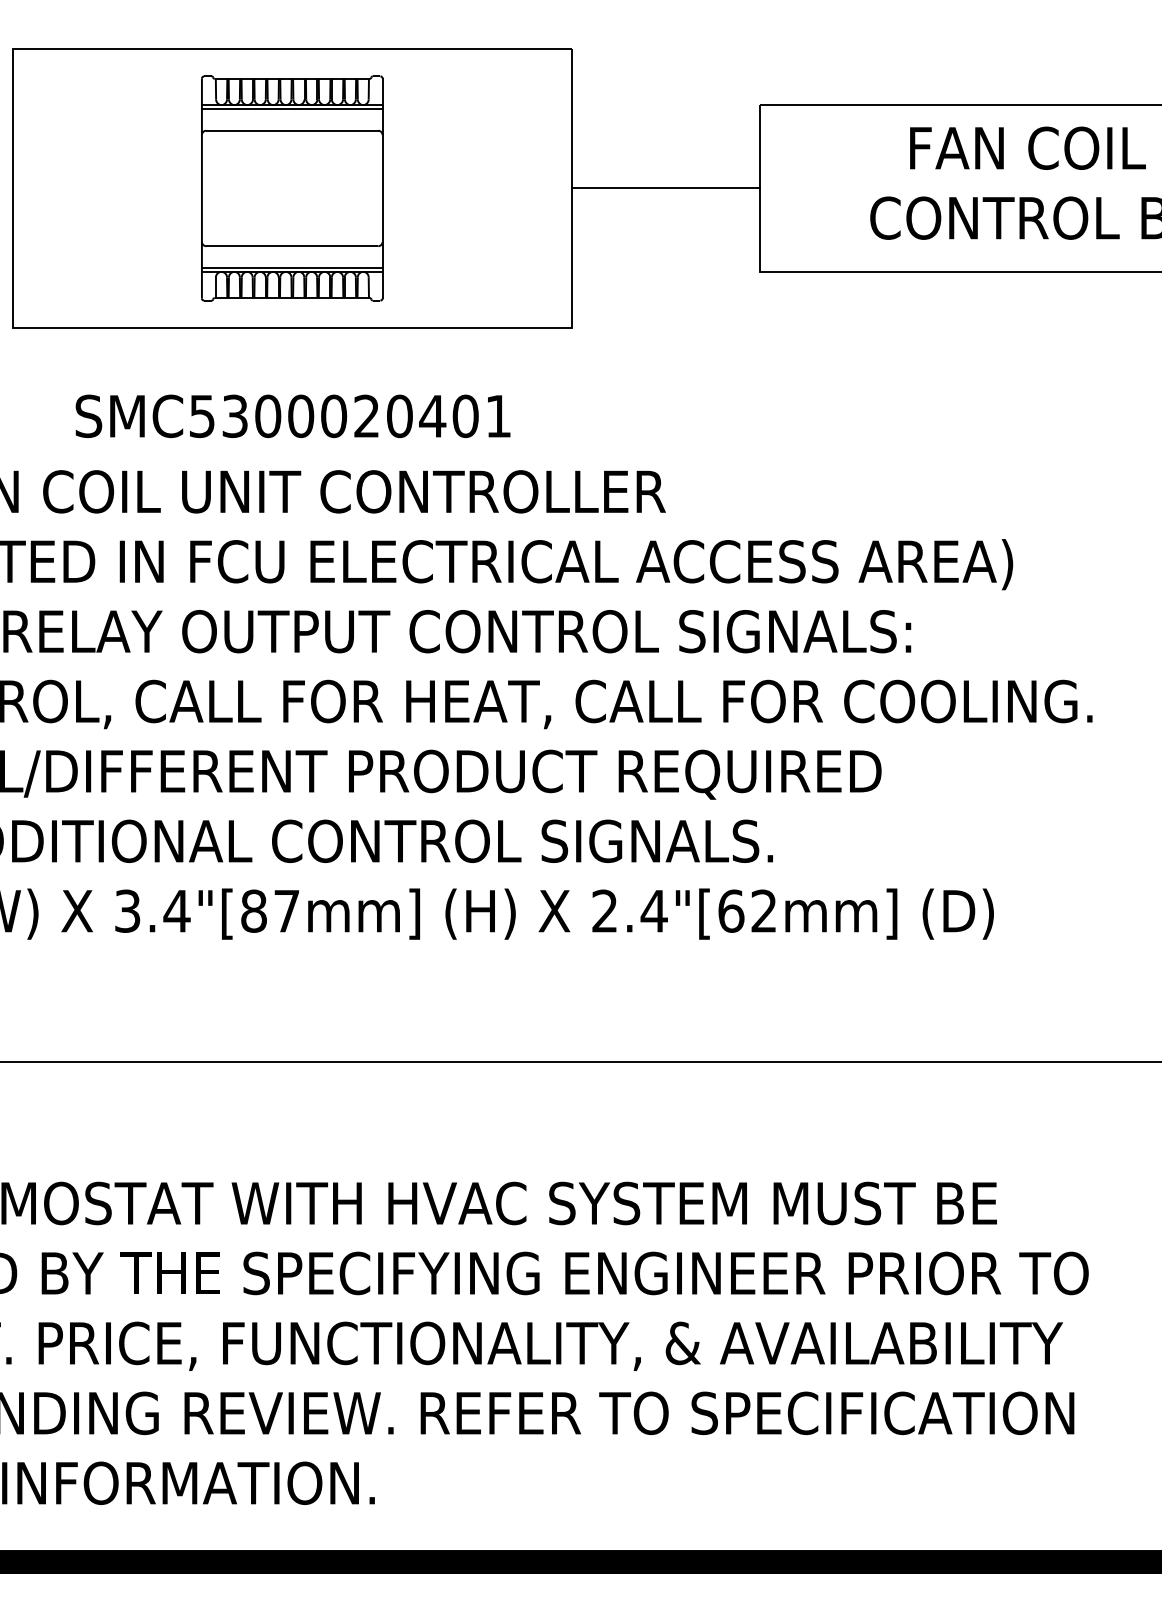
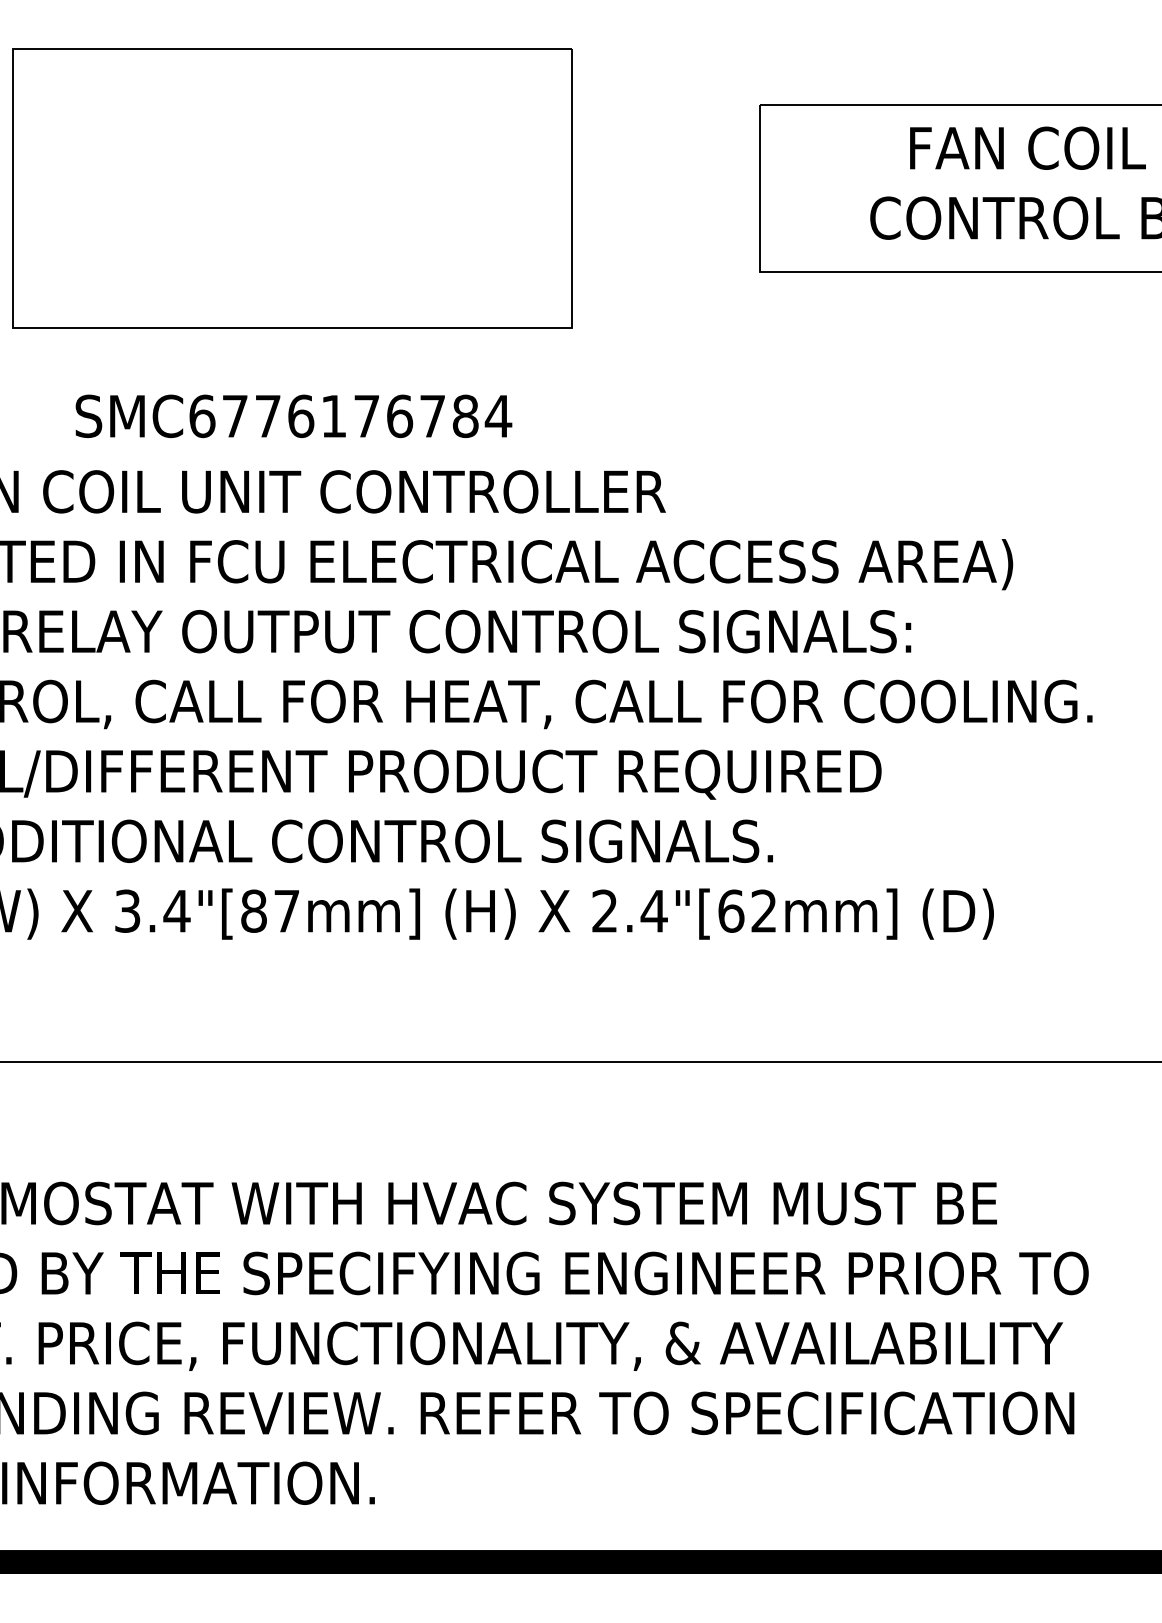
part at (292, 188): present -> none
line at (665, 188): present -> none
text at (350, 416): SMC5300020401 -> SMC6776176784
